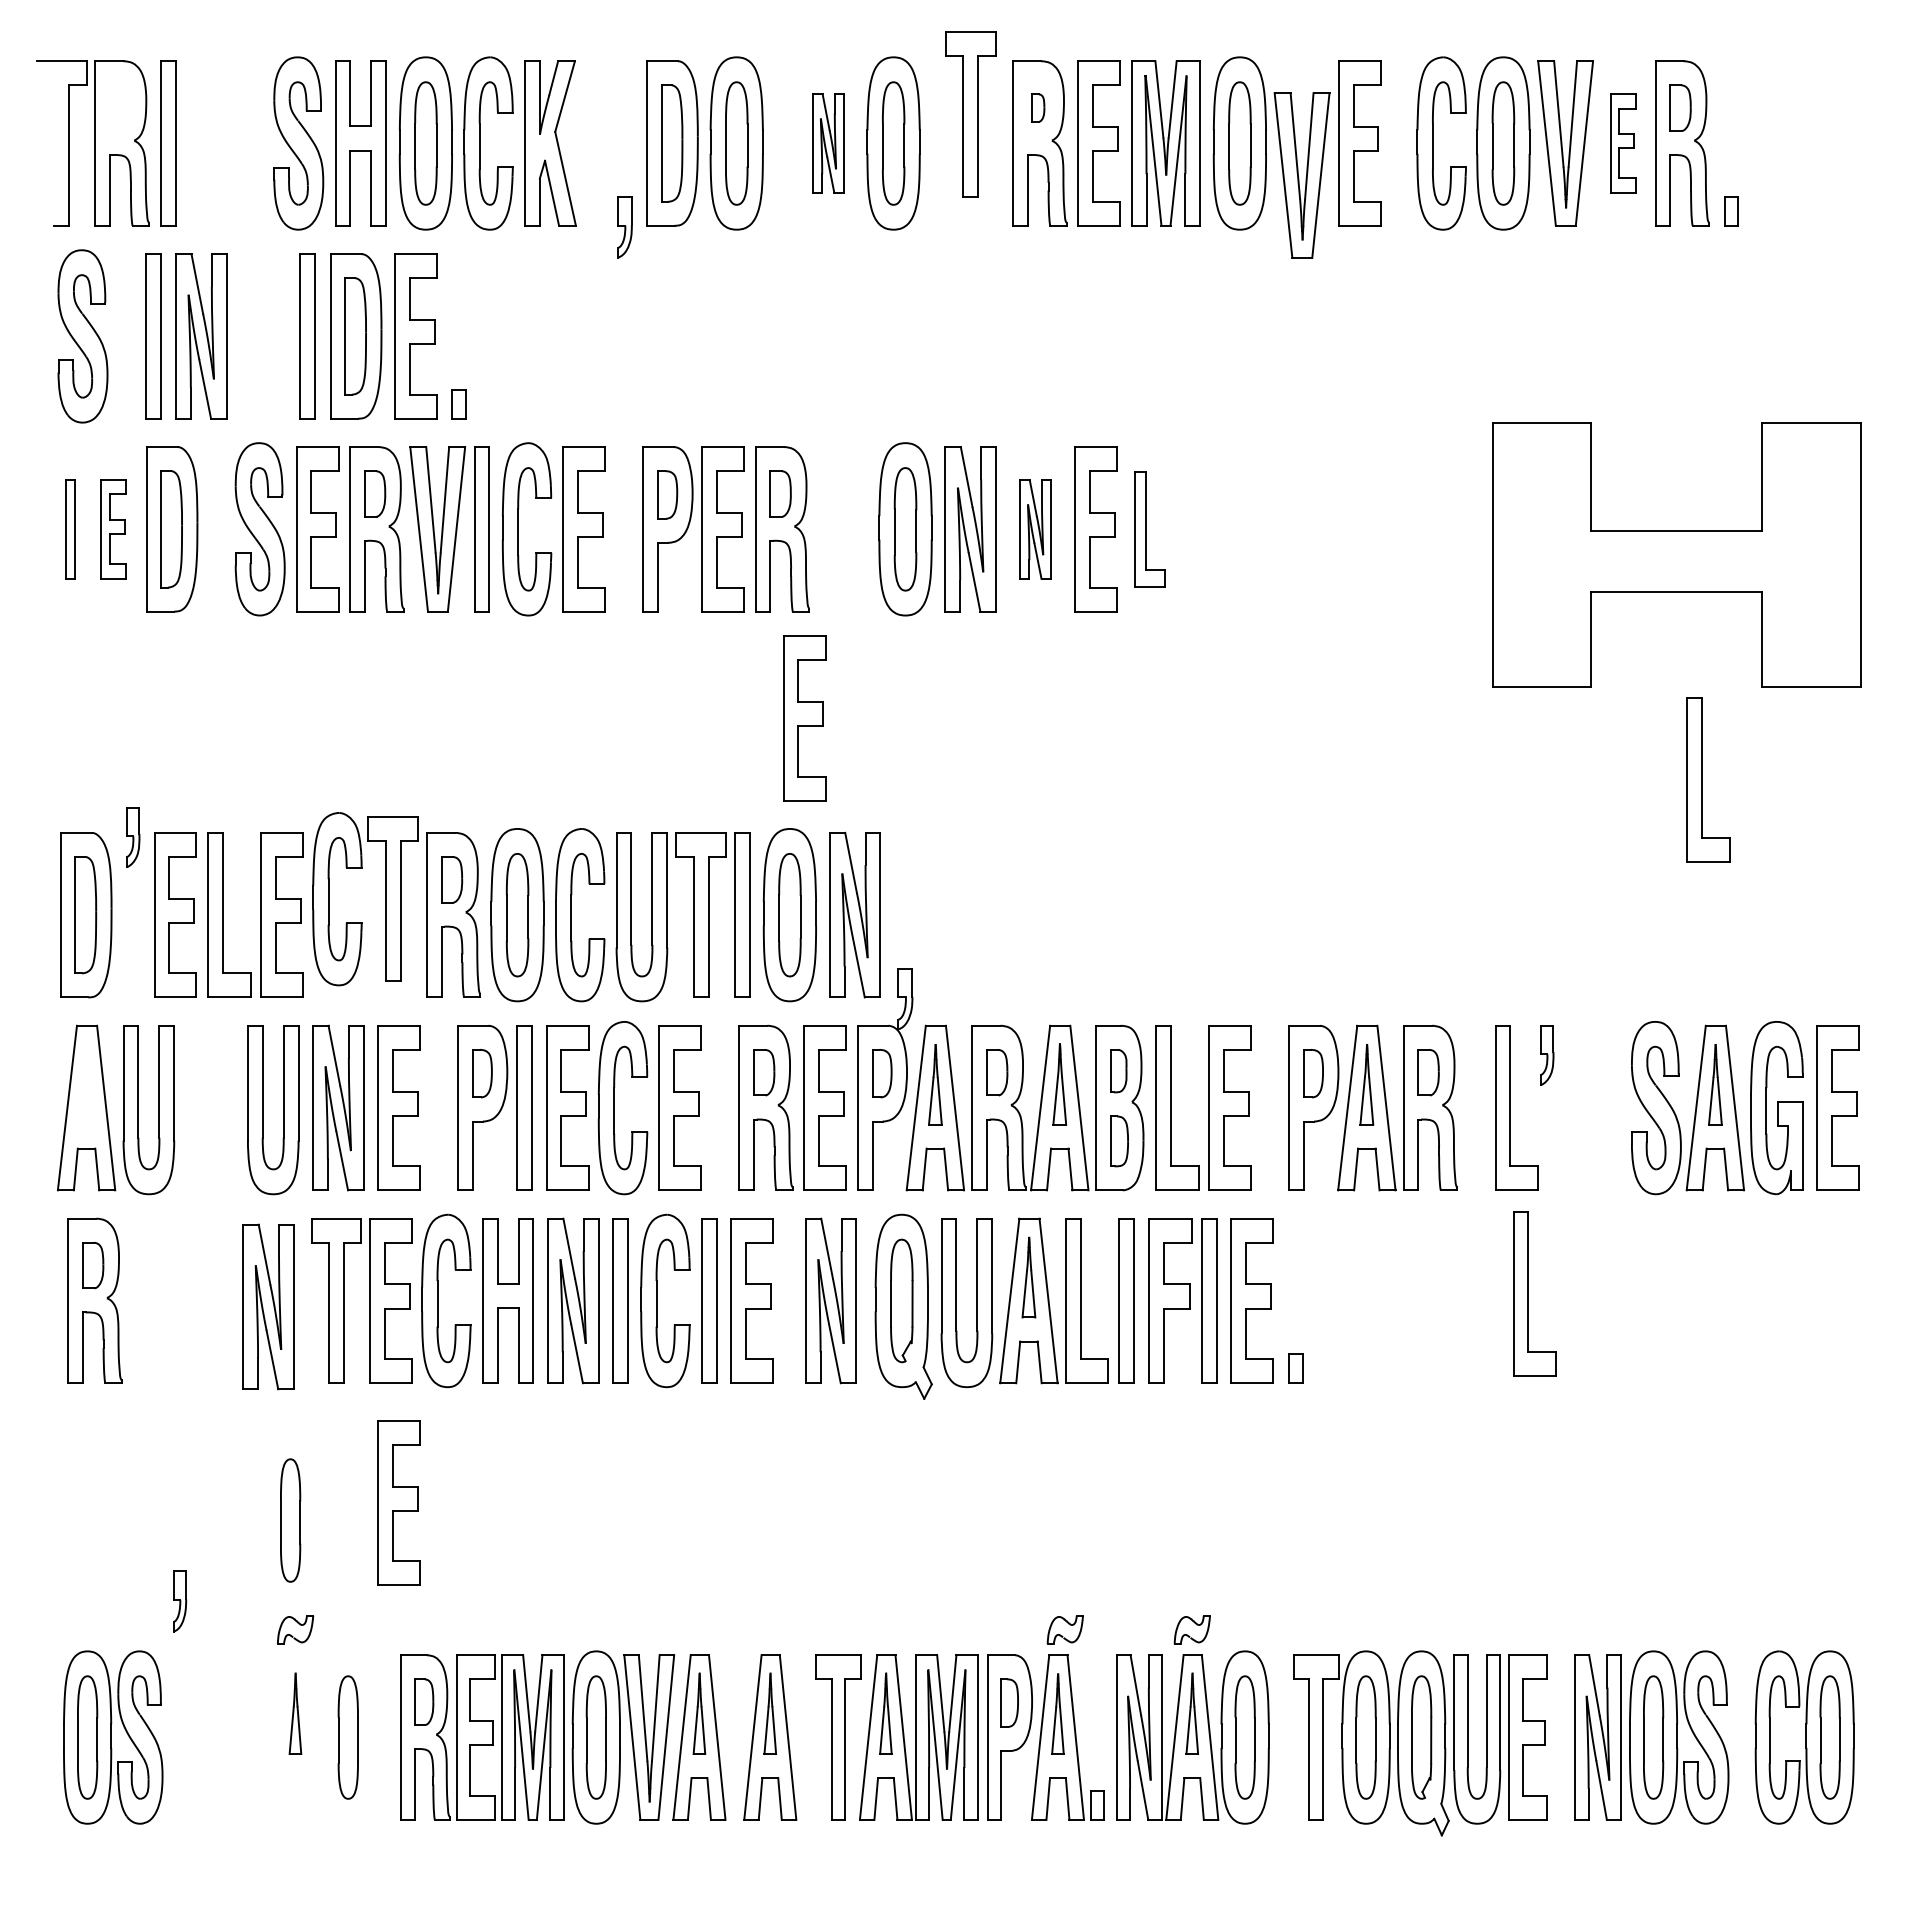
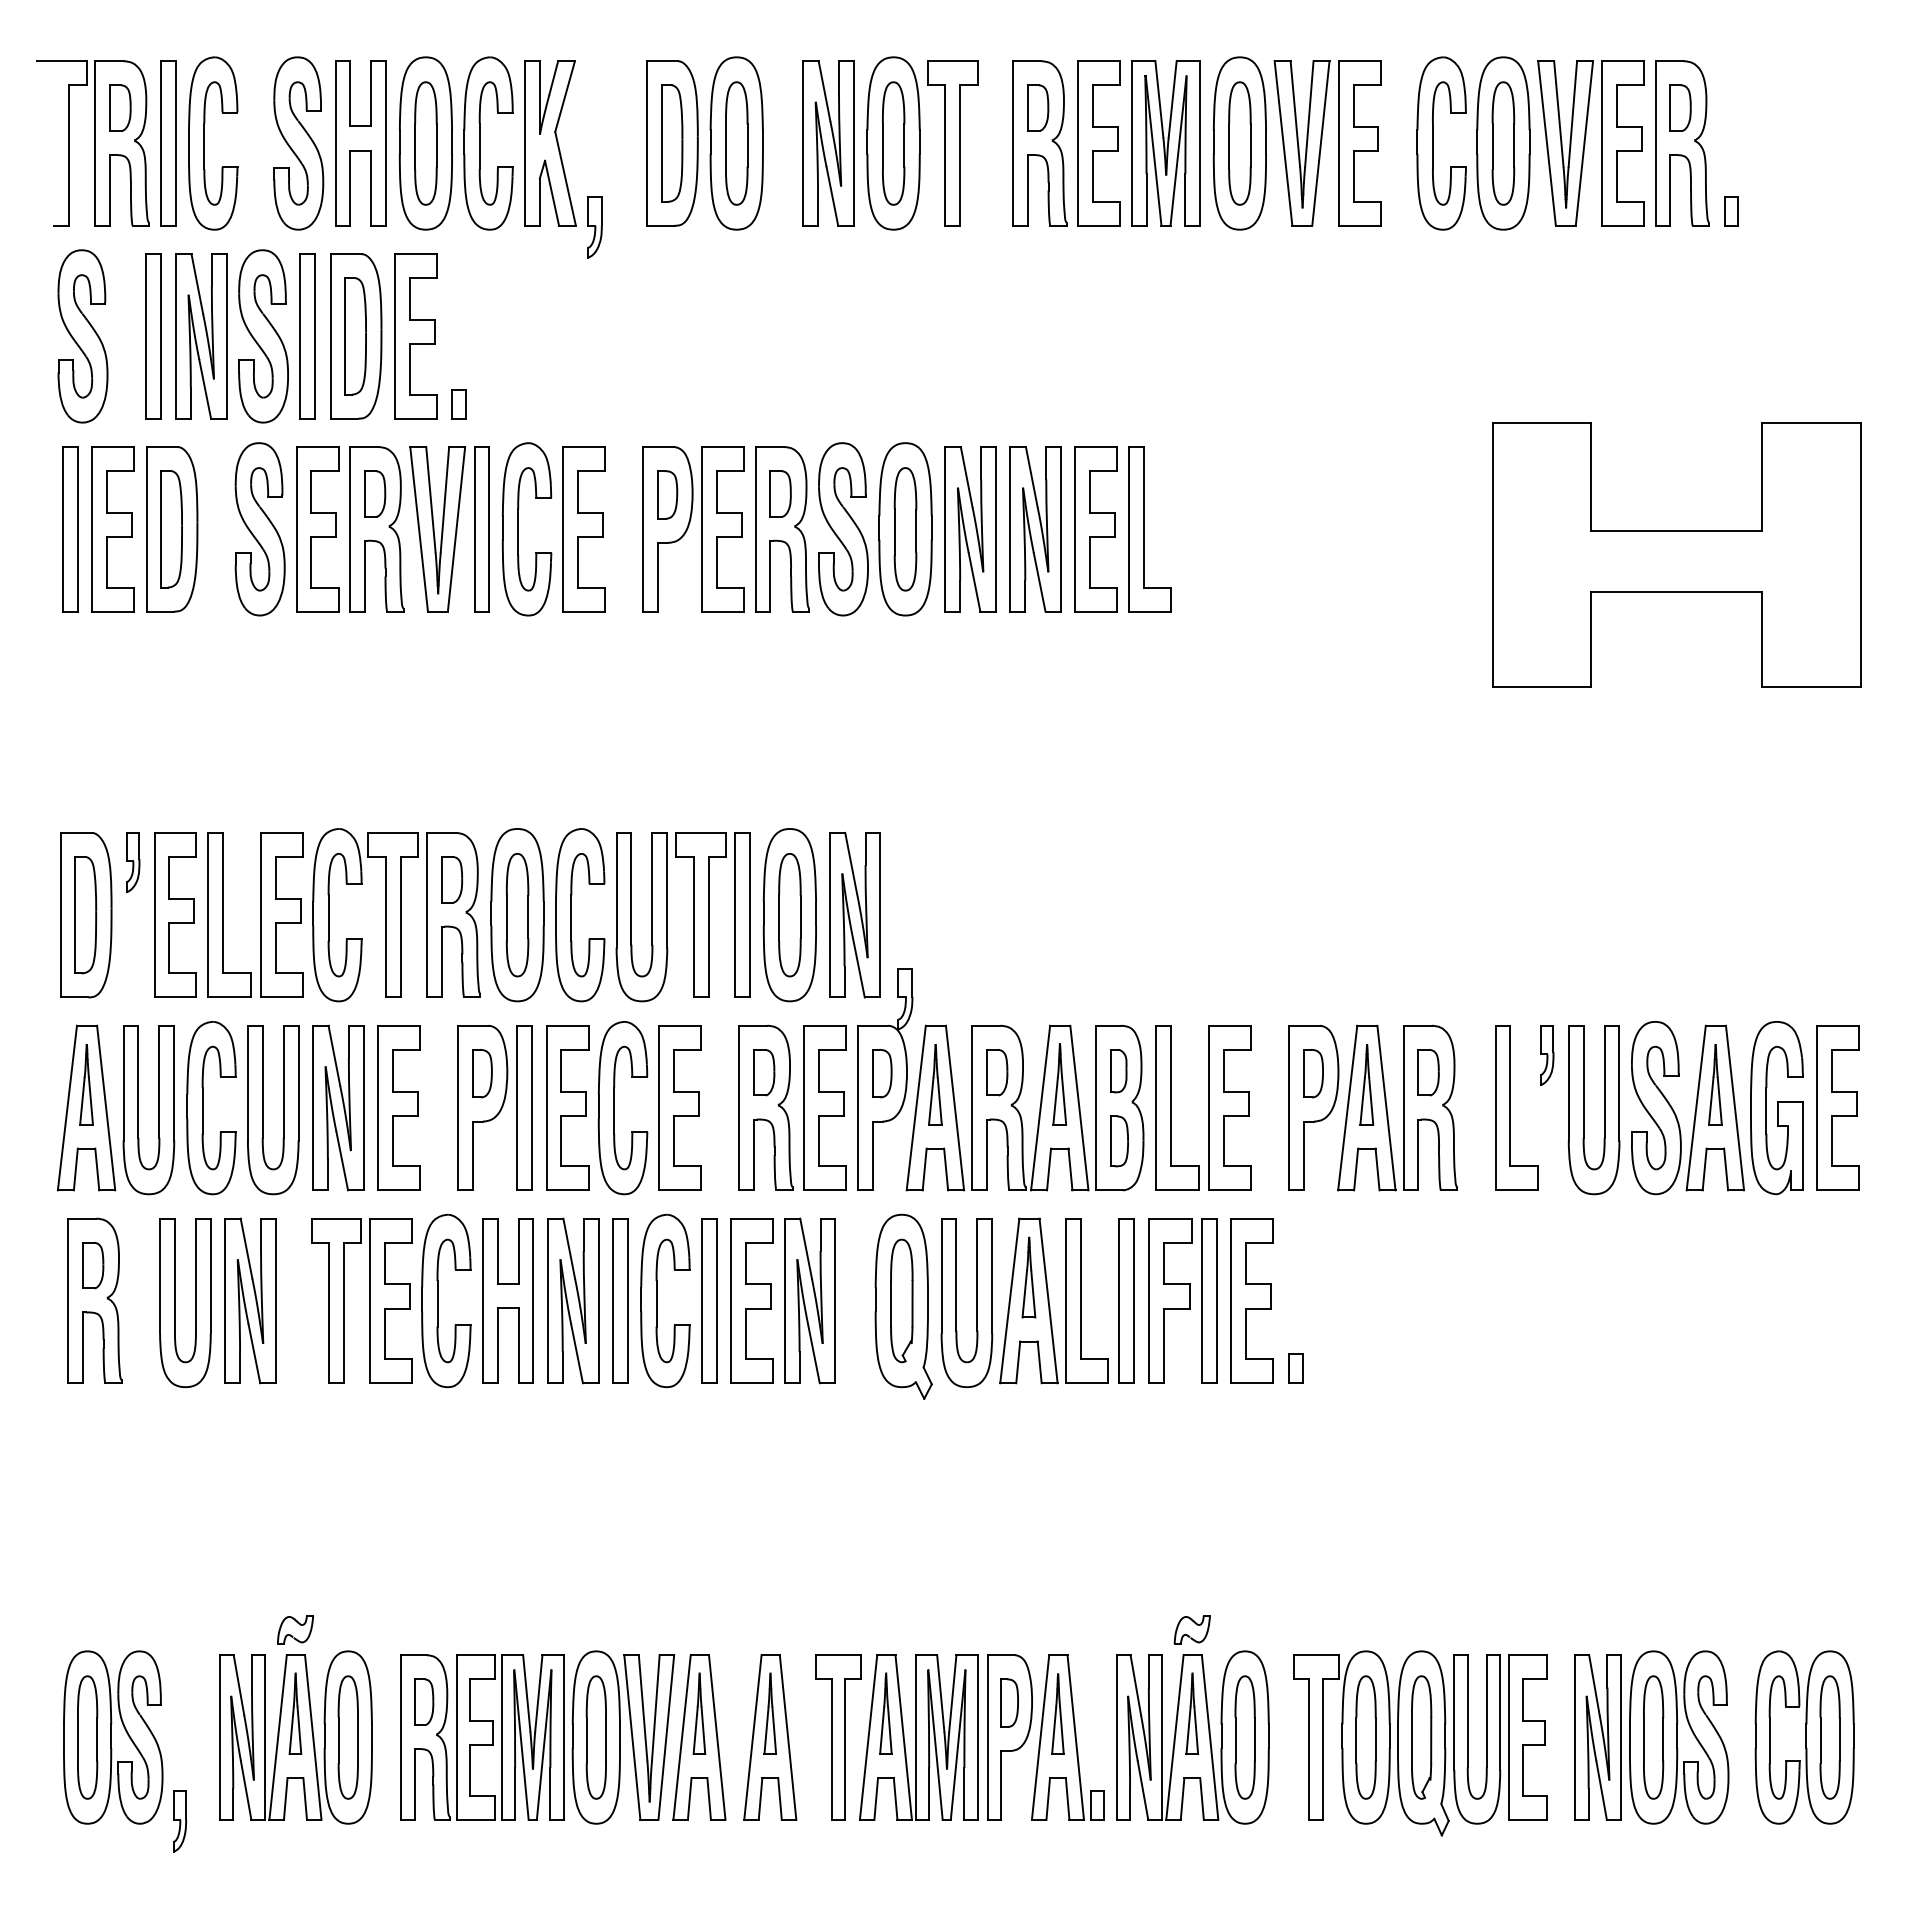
part at (120, 107): none -> present
part at (1038, 107) size: 15x30 px -> 23x48 px
part at (970, 114) position: (970, 114) -> (952, 143)
part at (204, 143): none -> present
part at (828, 143) size: 33x101 px -> 53x167 px
part at (1623, 143) size: 27x101 px -> 44x167 px
part at (1301, 175) position: (1301, 175) -> (1301, 143)
part at (624, 227) position: (624, 227) -> (594, 227)
part at (263, 336): none -> present
part at (70, 529) size: 11x101 px -> 17x167 px
part at (113, 529) size: 27x101 px -> 44x167 px
part at (843, 529): none -> present
part at (1035, 529) size: 33x101 px -> 53x167 px
part at (1149, 529) size: 32x117 px -> 44x167 px
part at (804, 718): present -> none
part at (1708, 779): present -> none
part at (133, 837) position: (133, 837) -> (133, 862)
part at (385, 899) position: (385, 899) -> (385, 915)
part at (86, 1084): none -> present
part at (203, 1108): none -> present
part at (1584, 1110): none -> present
part at (1534, 1293): present -> none
part at (830, 1300) position: (830, 1300) -> (809, 1300)
part at (175, 1303): none -> present
part at (268, 1306) position: (268, 1306) -> (250, 1300)
part at (398, 1502): present -> none
part at (290, 1520): present -> none
part at (180, 1601) position: (180, 1601) -> (180, 1821)
part at (1064, 1629): present -> none
part at (295, 1737): none -> present
